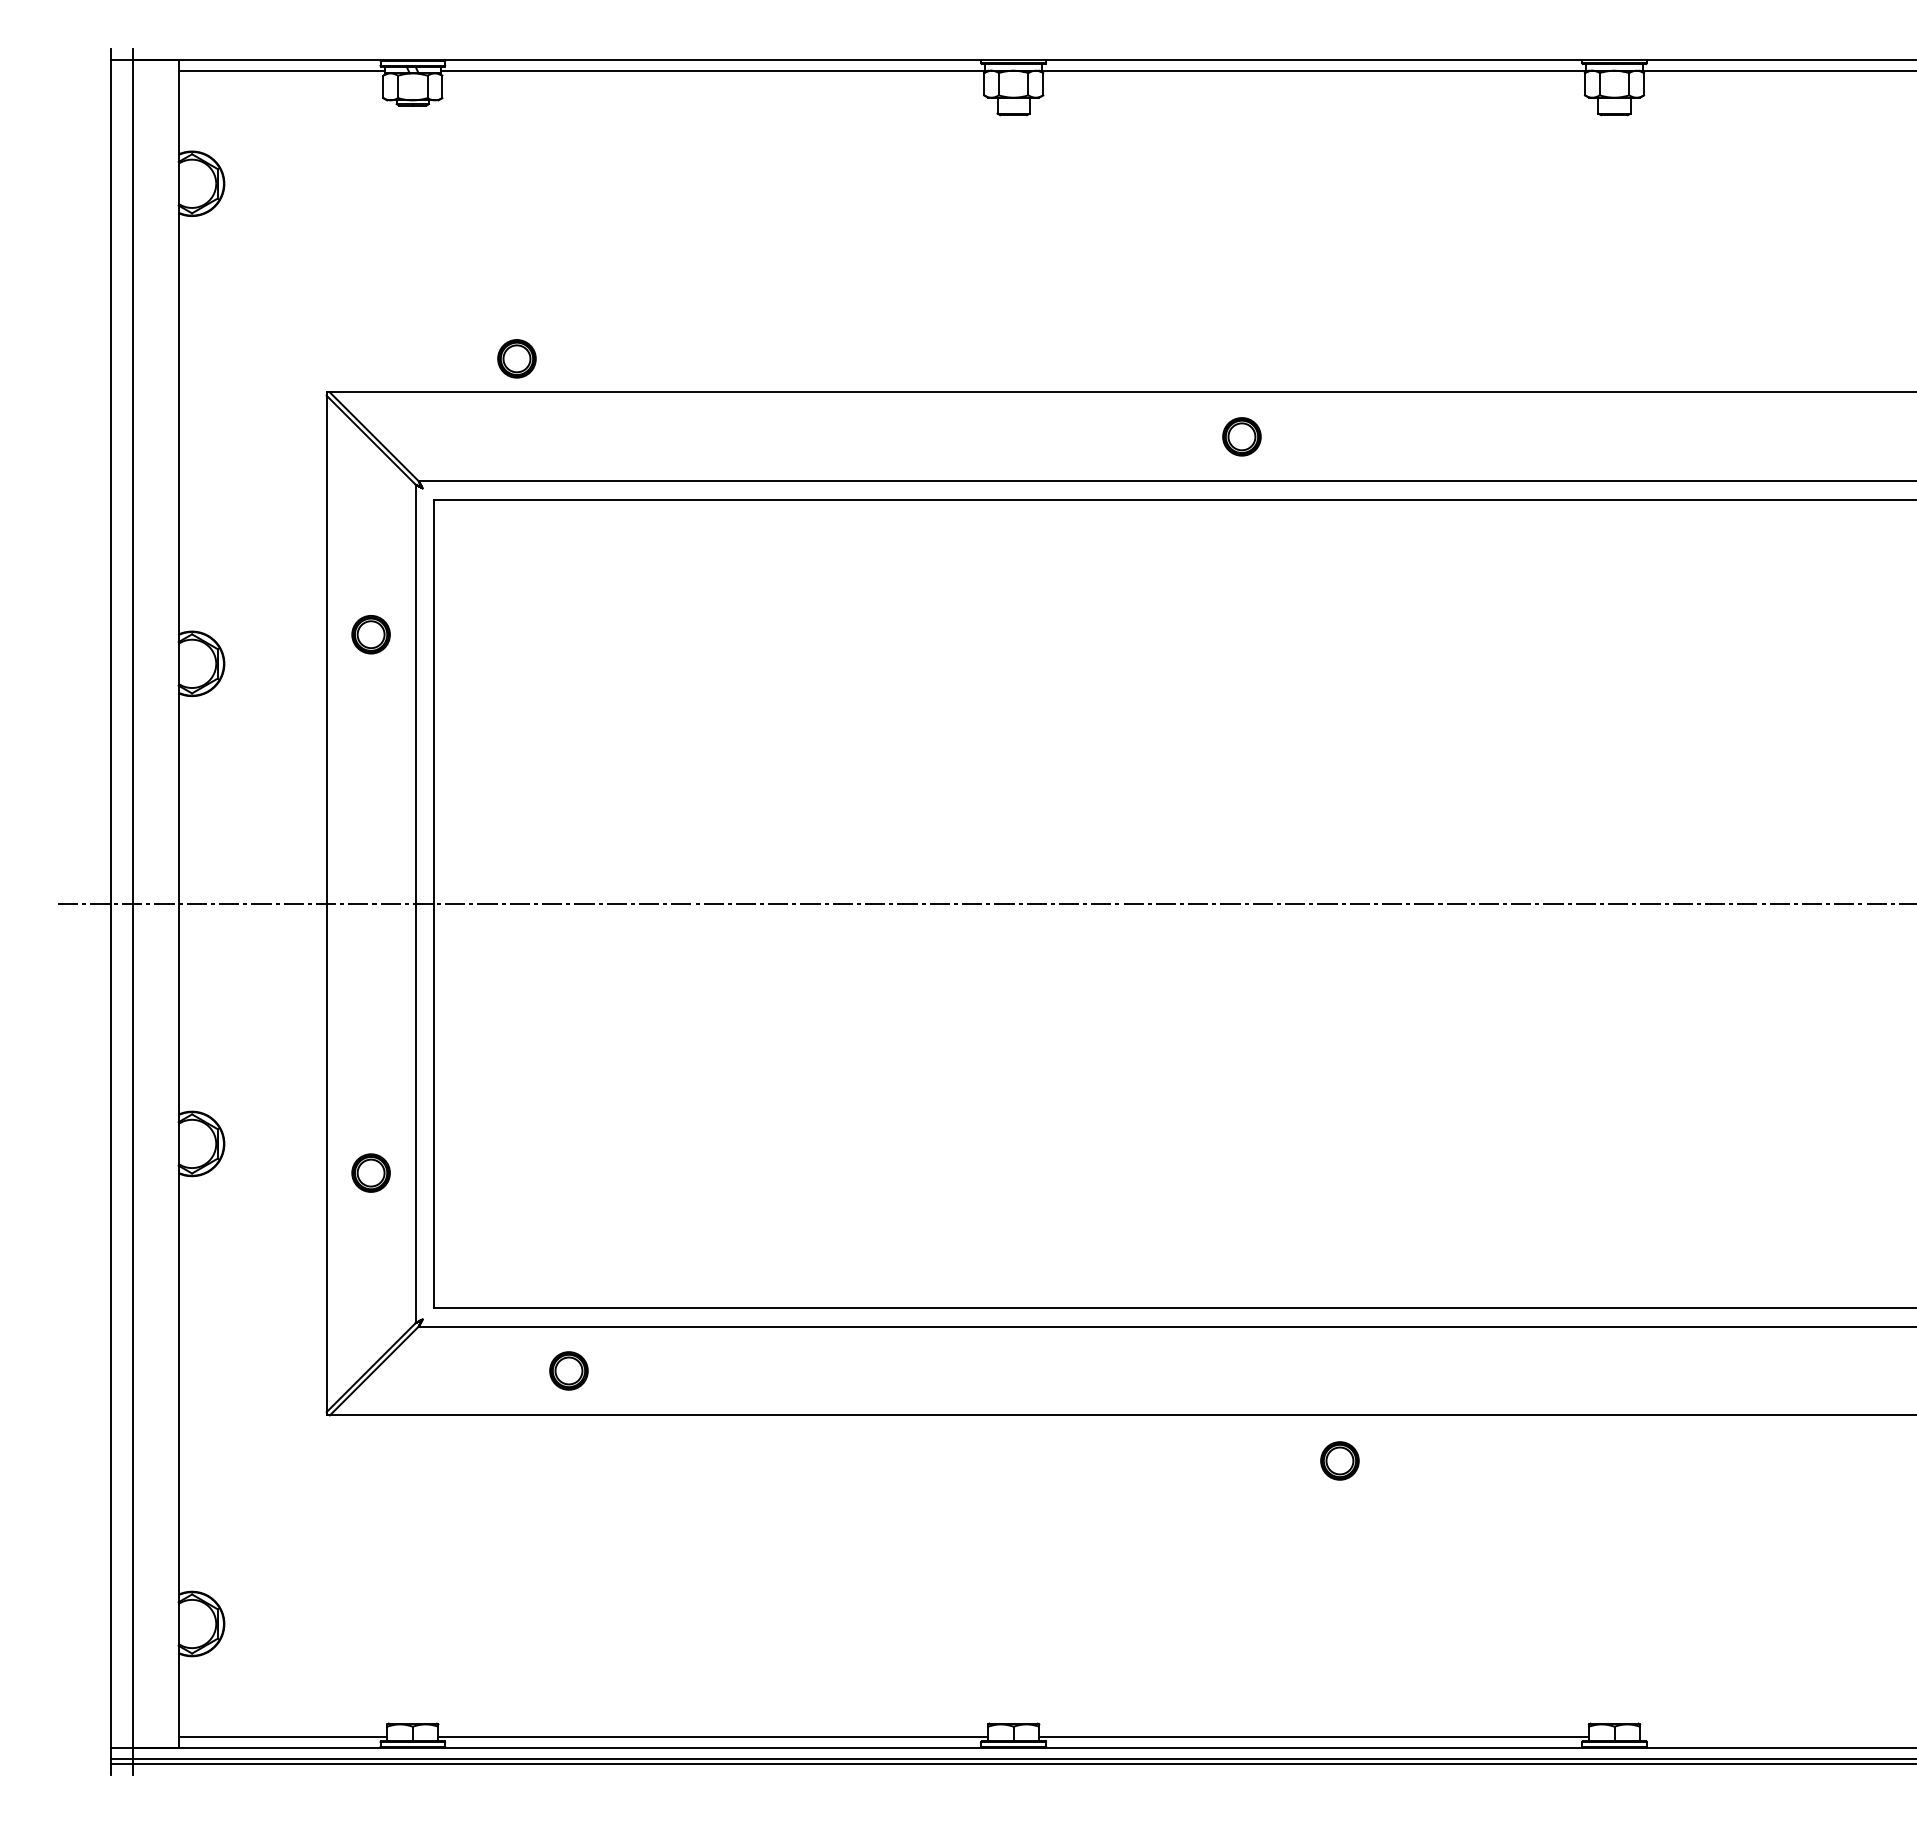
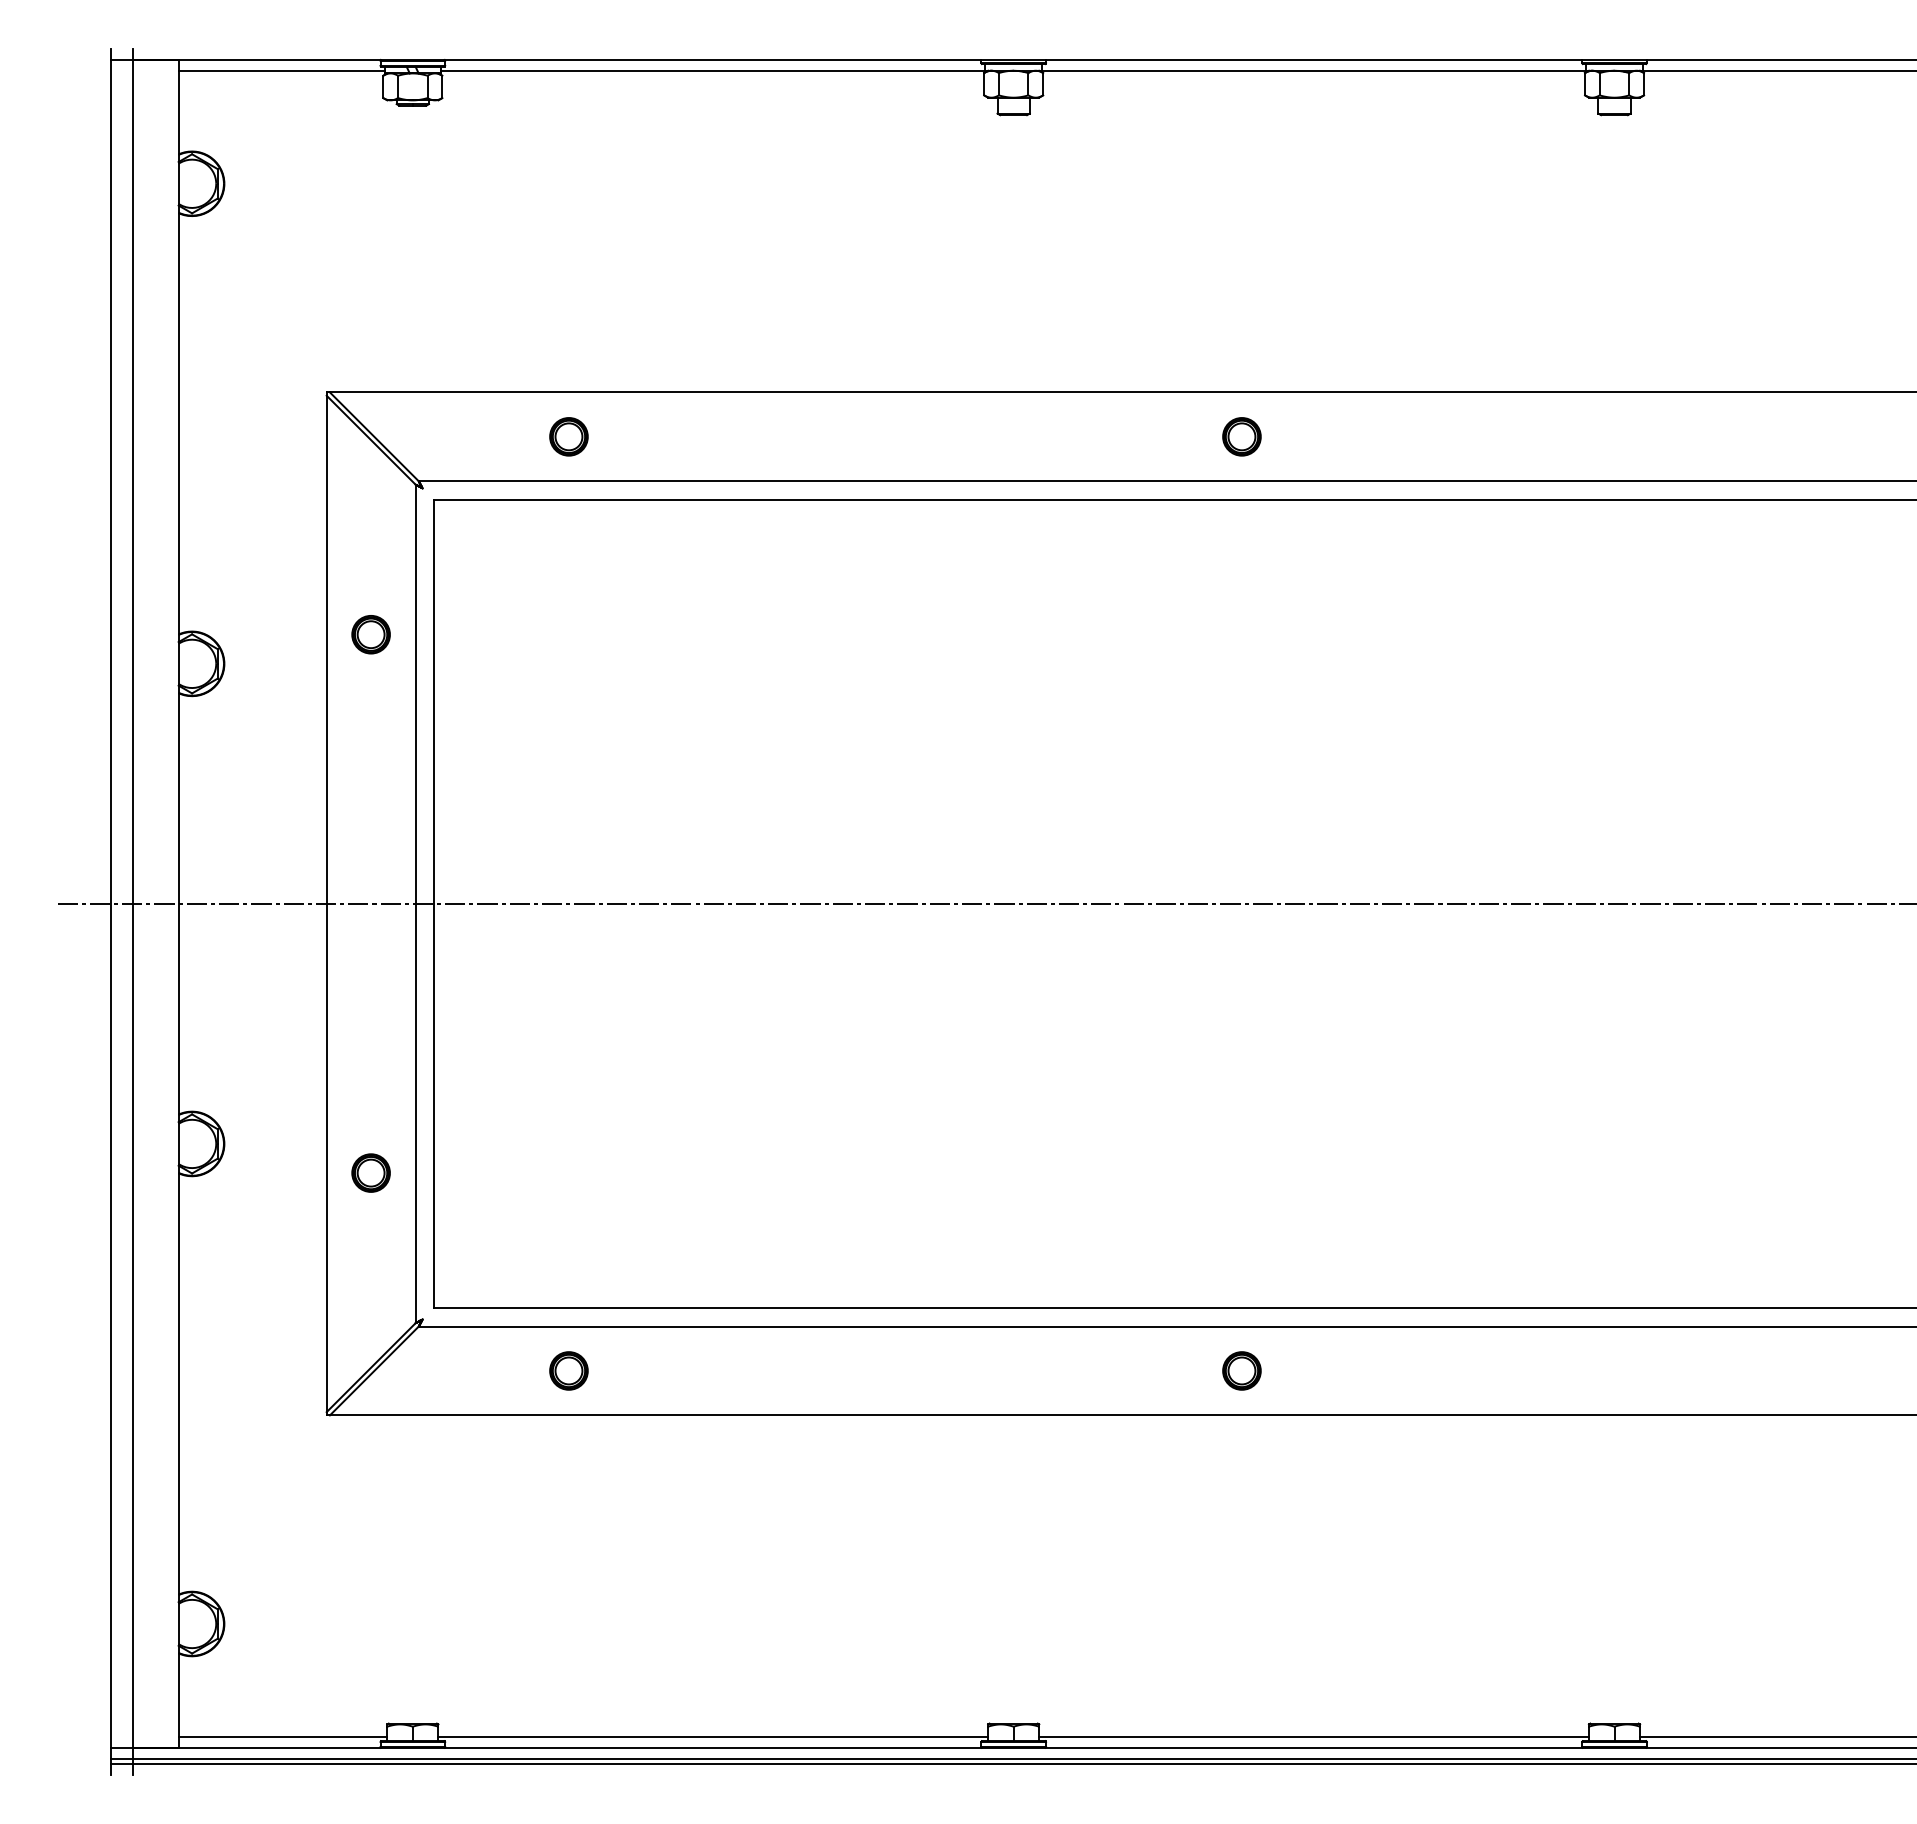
part at (516, 358) position: (516, 358) -> (568, 436)
part at (1339, 1460) position: (1339, 1460) -> (1241, 1370)
line at (1776, 1737): none -> present
